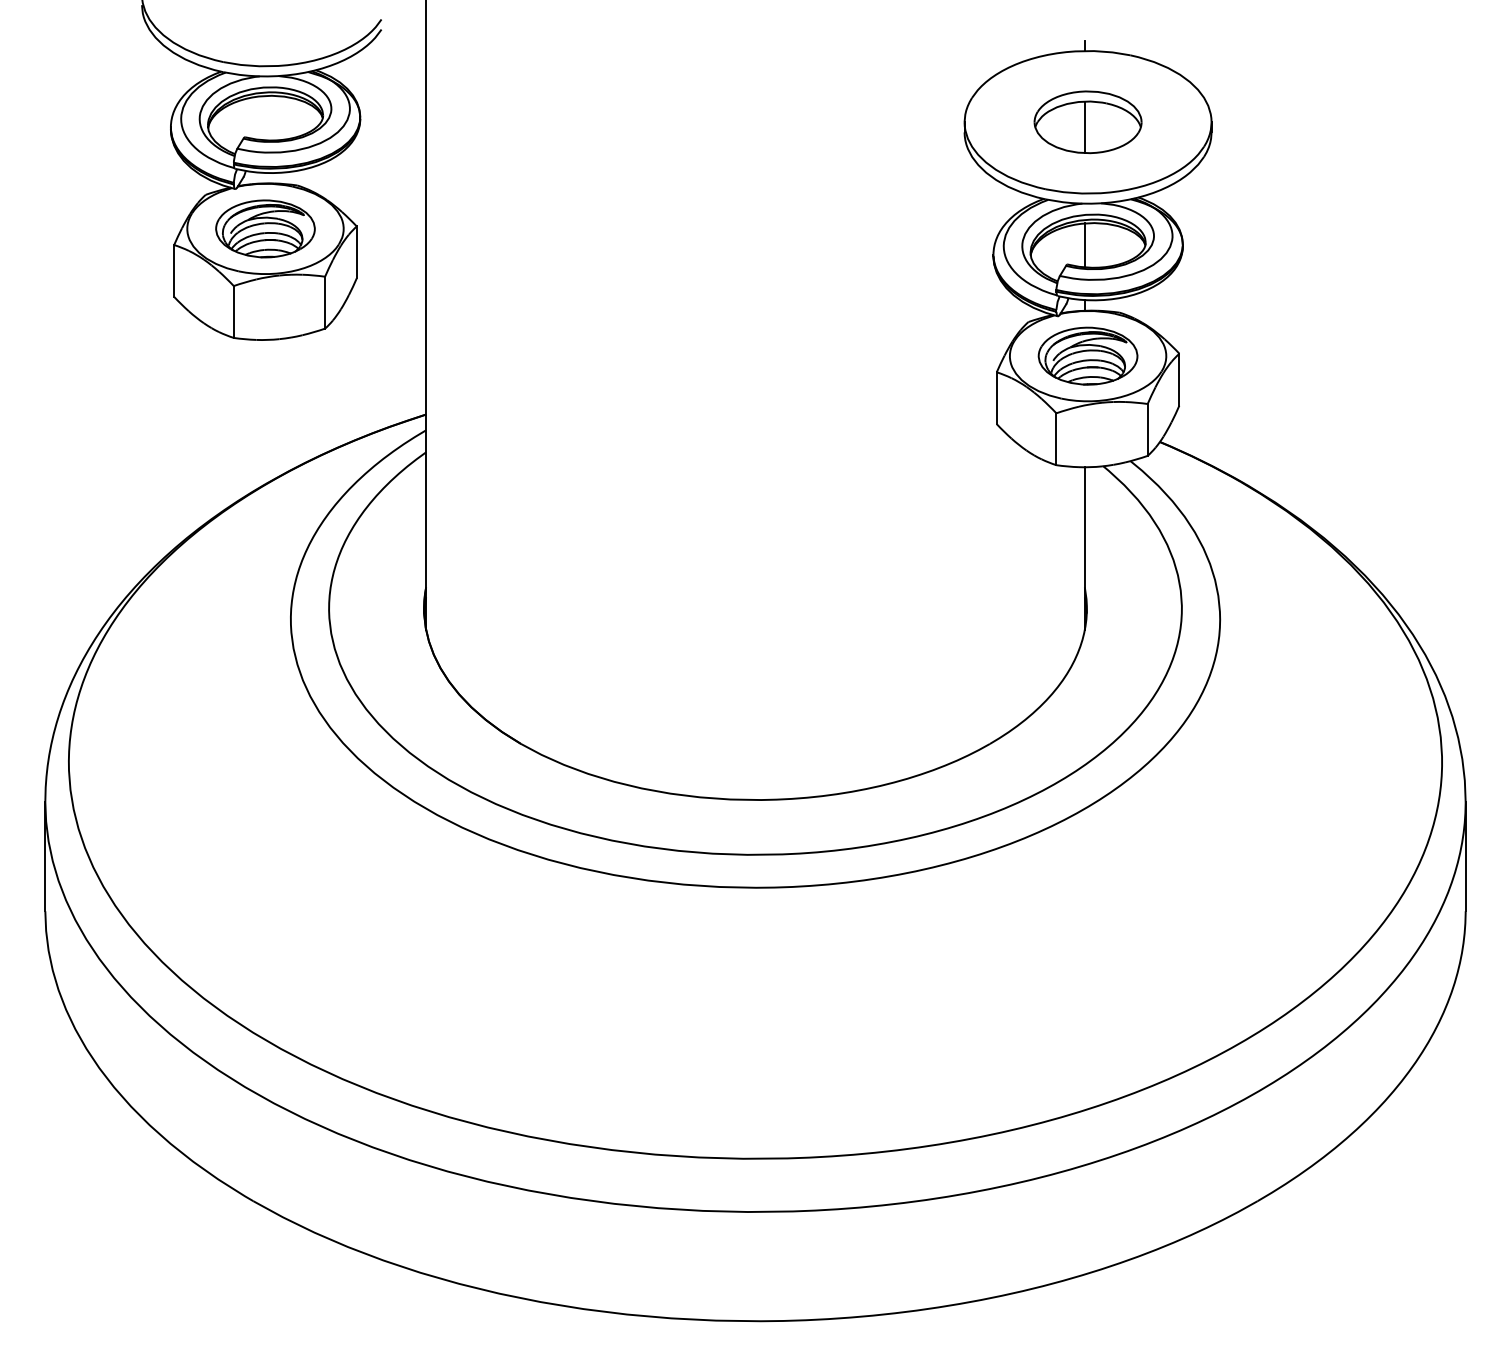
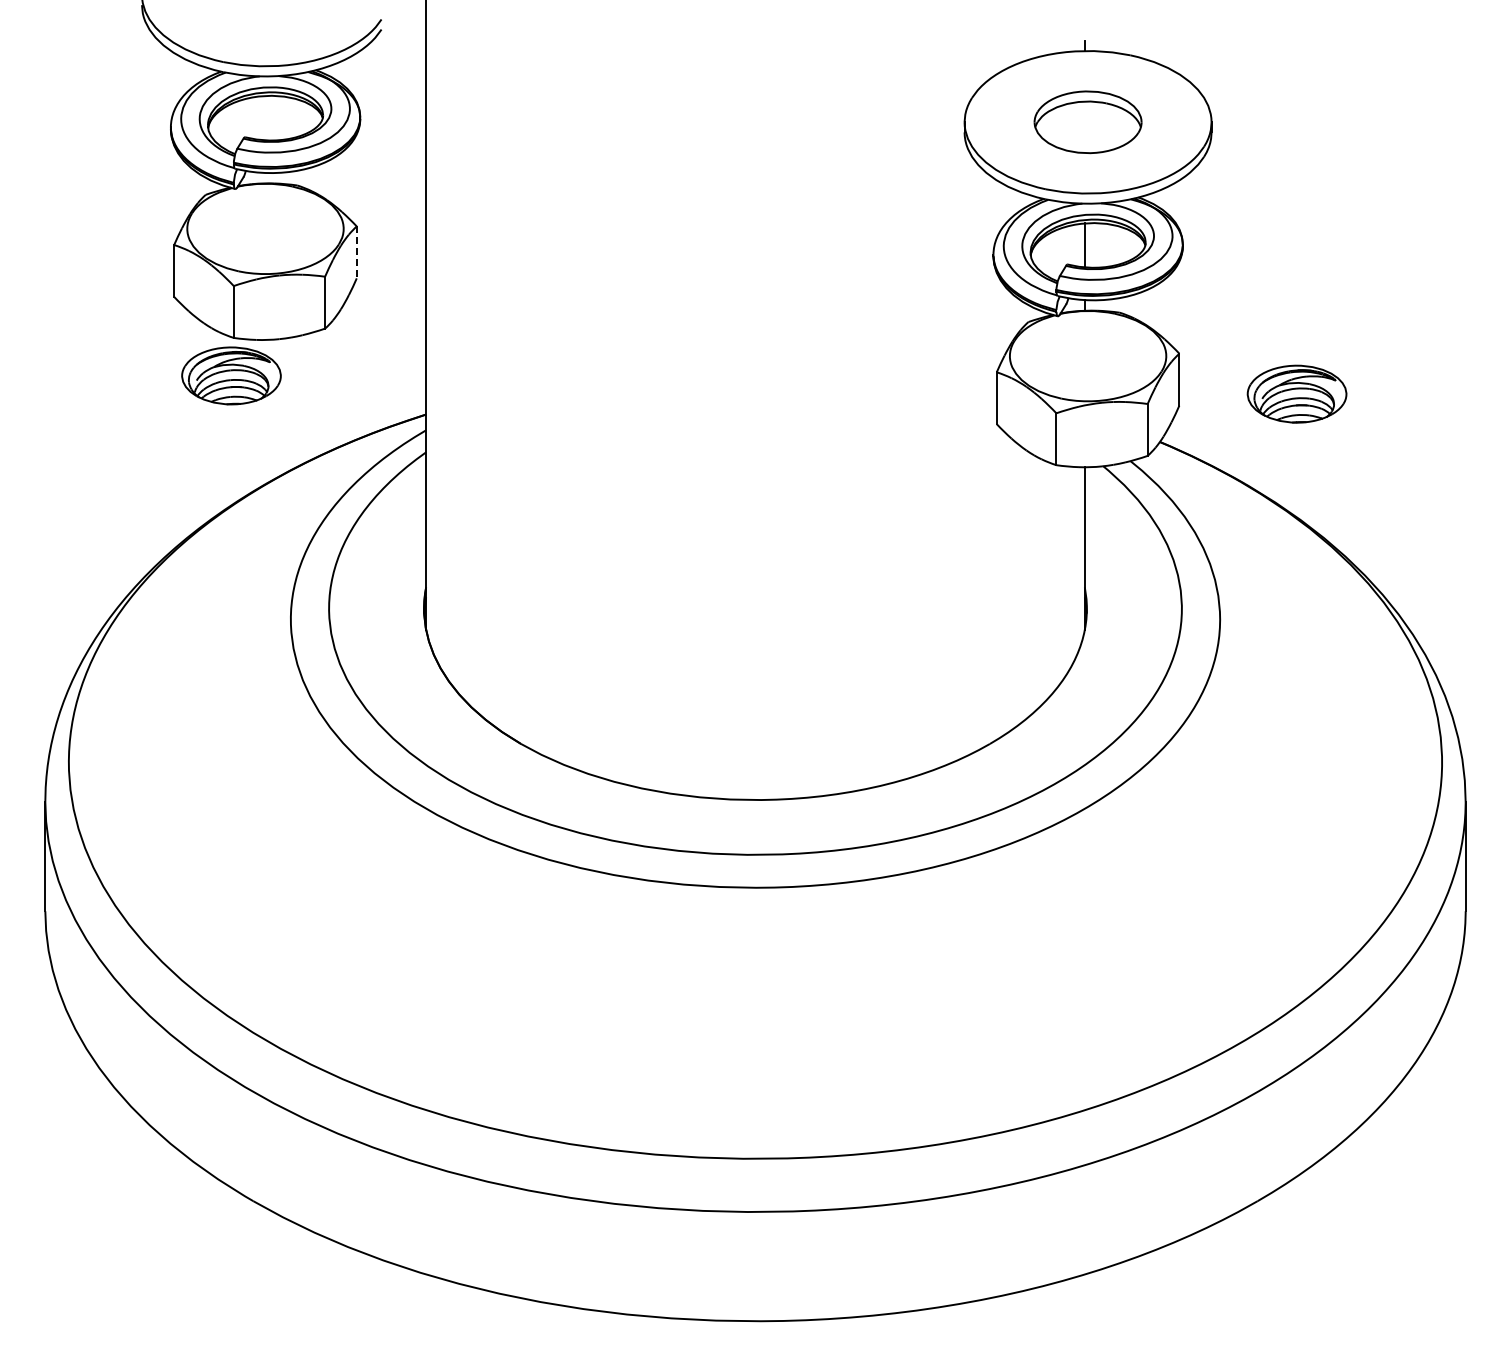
line at (1084, 127): present -> none
part at (265, 228) position: (265, 228) -> (231, 375)
line at (356, 252): solid -> dashed
part at (1087, 355) position: (1087, 355) -> (1296, 393)
